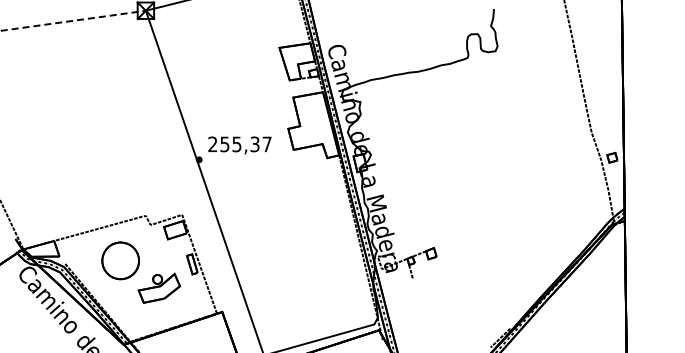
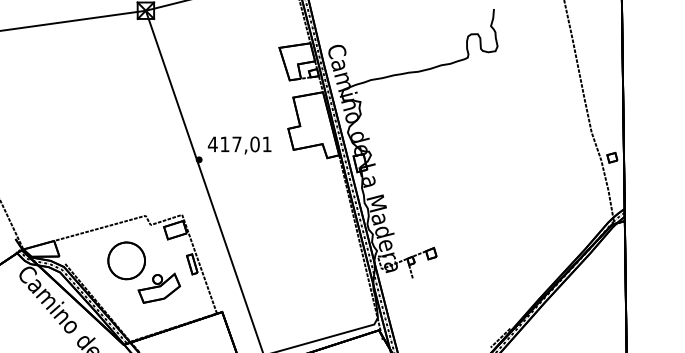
line at (73, 20): dashed -> solid
text at (239, 144): 255,37 -> 417,01
part at (120, 260) position: (120, 260) -> (126, 260)
